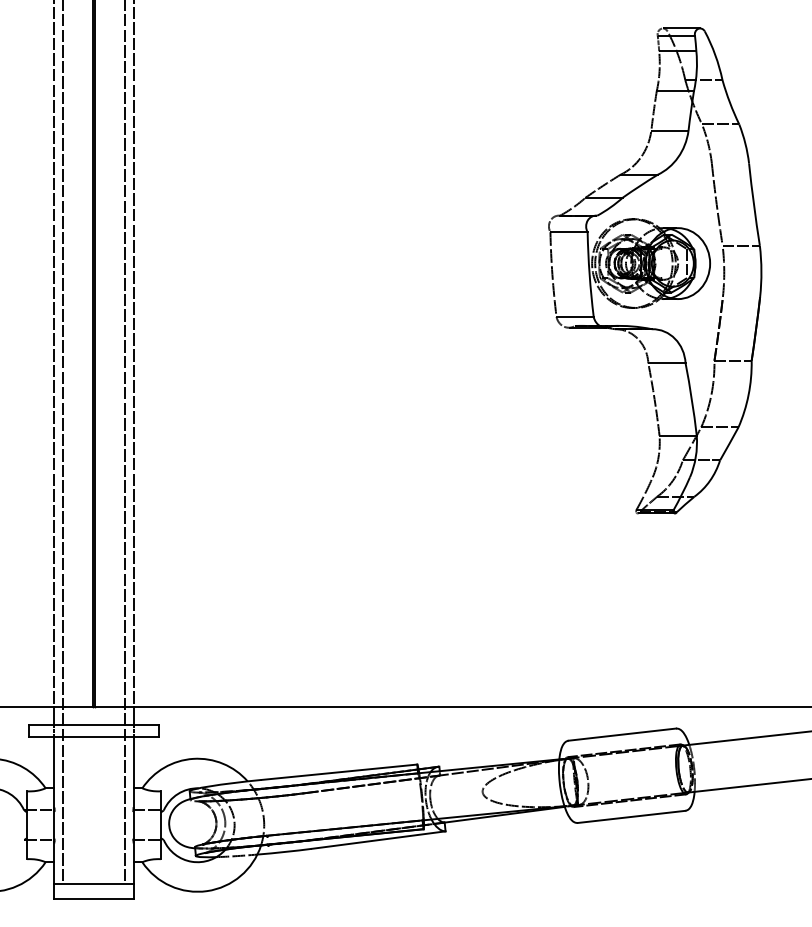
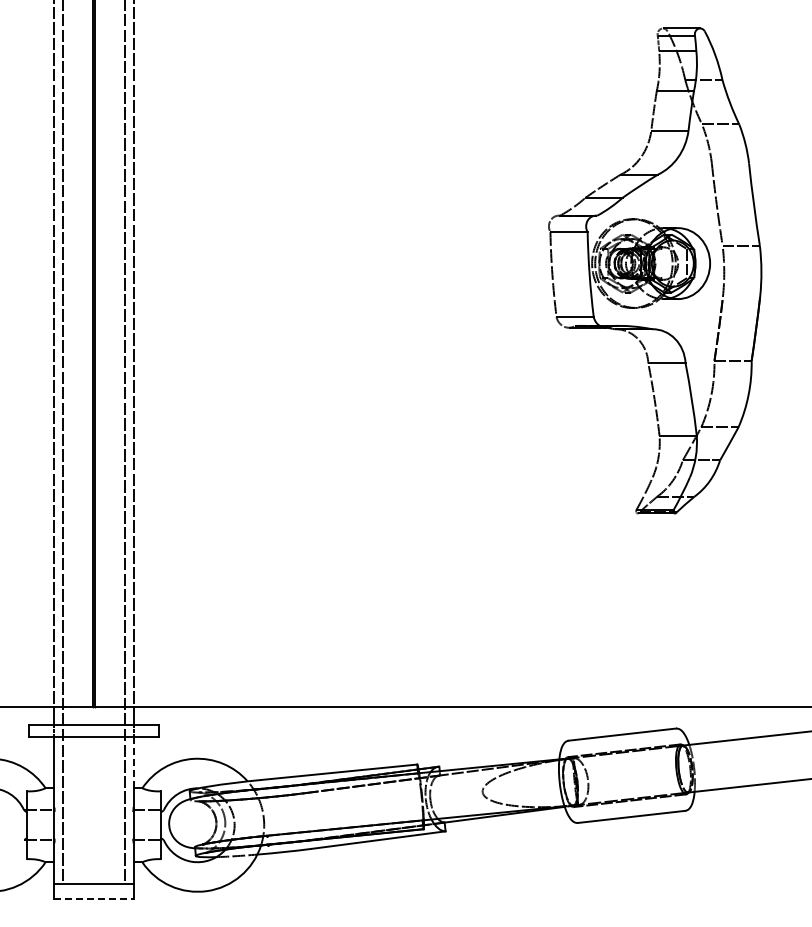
line at (133, 762): solid -> dashed
line at (93, 899): solid -> dashed
